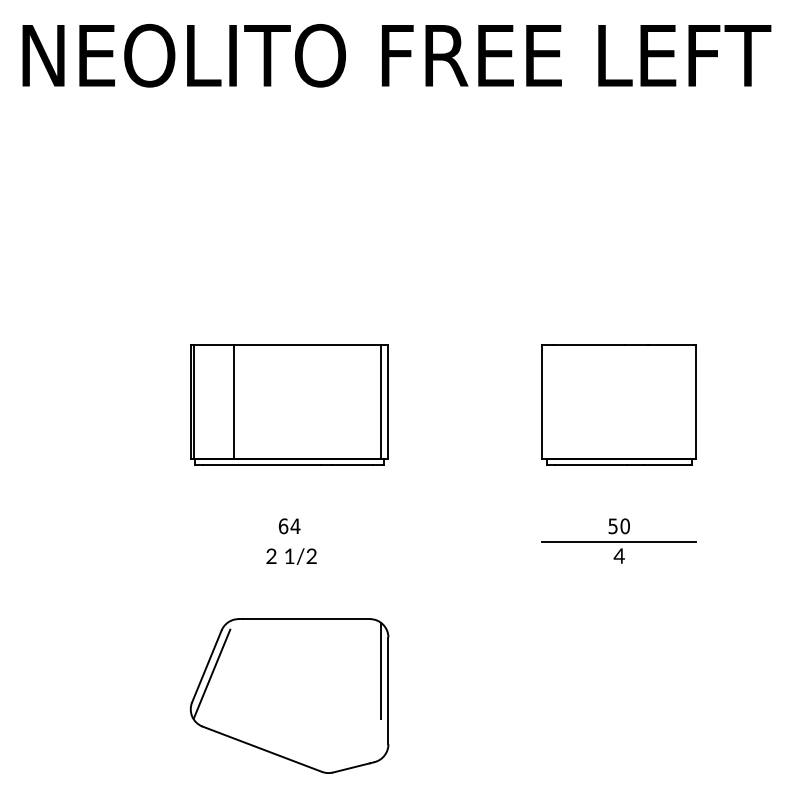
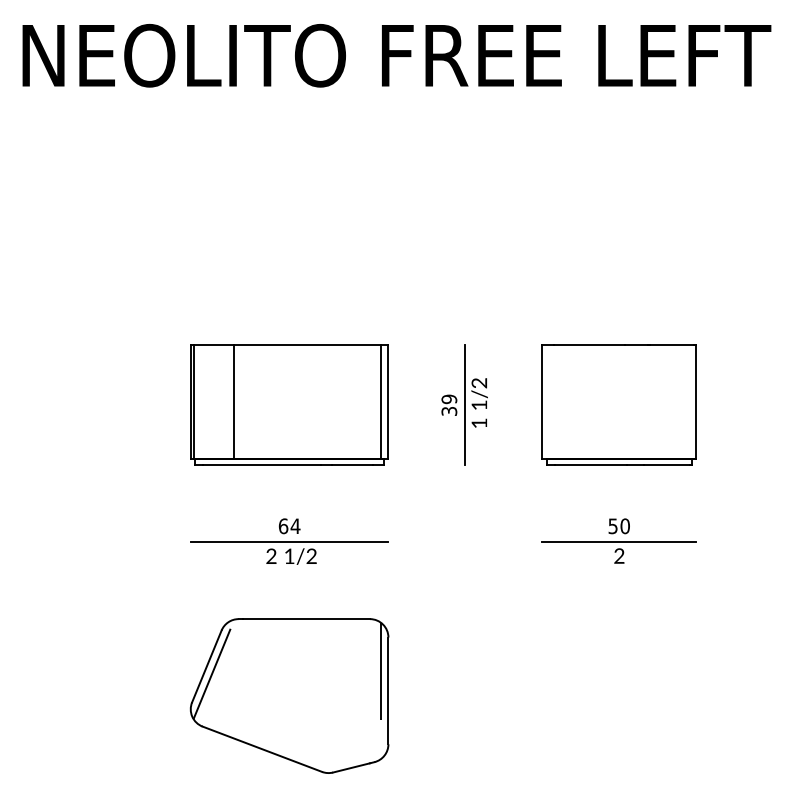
part at (464, 404): none -> present
line at (289, 542): none -> present
text at (618, 555): 4\f] -> 2\f]
